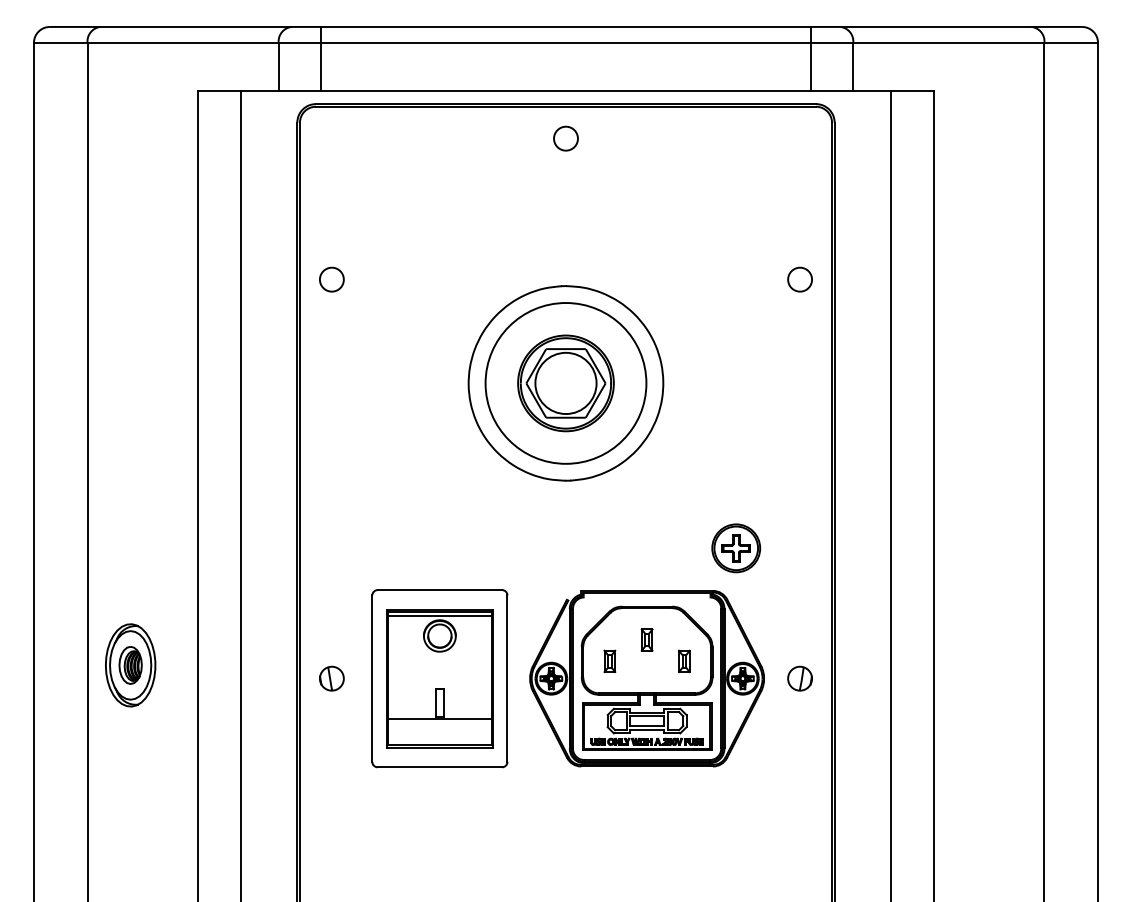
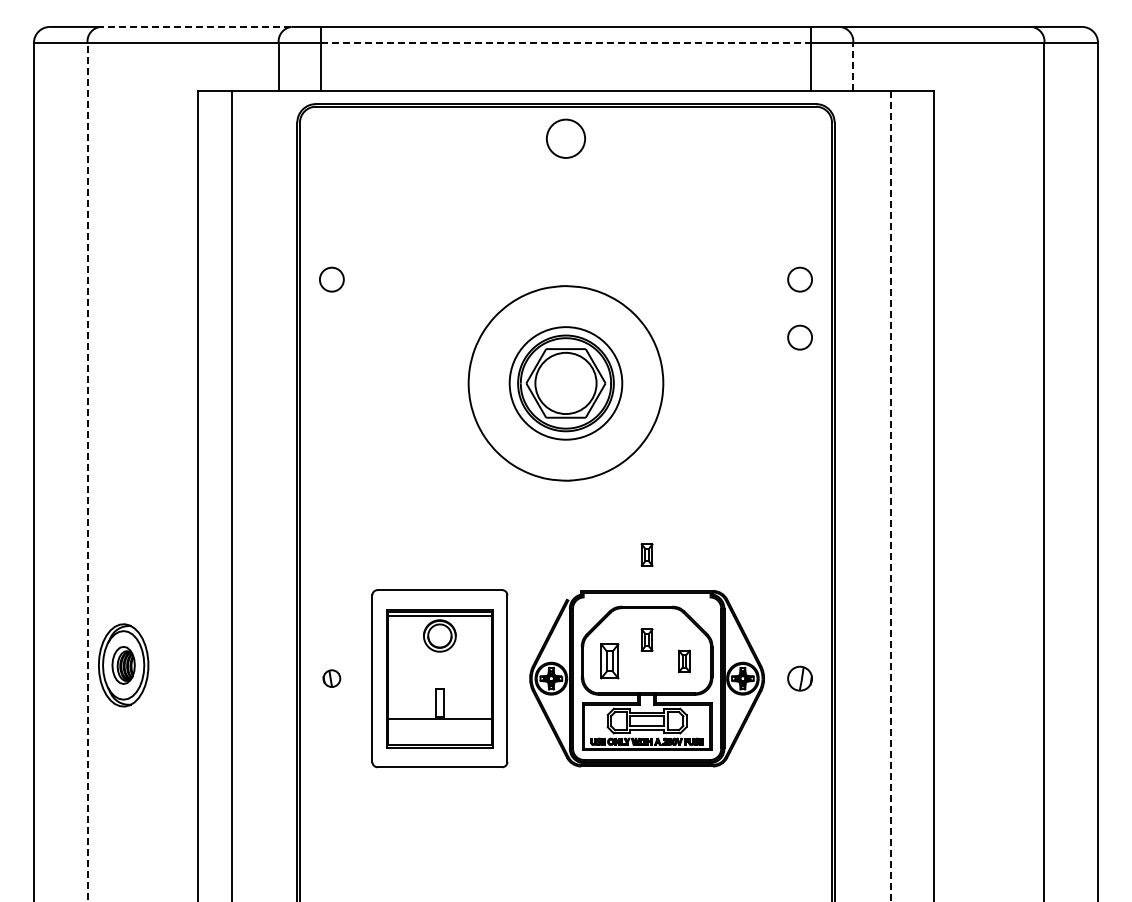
line at (195, 26): solid -> dashed
line at (566, 42): solid -> dashed
line at (853, 66): solid -> dashed
circle at (565, 138) size: 26x27 px -> 40x41 px
circle at (799, 337): none -> present
circle at (565, 383) diameter: 161 px -> 113 px
line at (87, 471): solid -> dashed
line at (240, 494) position: (240, 494) -> (231, 494)
line at (891, 496): solid -> dashed
part at (736, 548): present -> none
part at (646, 554): none -> present
part at (609, 661) size: 14x25 px -> 20x37 px
part at (130, 665) position: (130, 665) -> (123, 665)
part at (331, 678) size: 26x27 px -> 20x19 px
